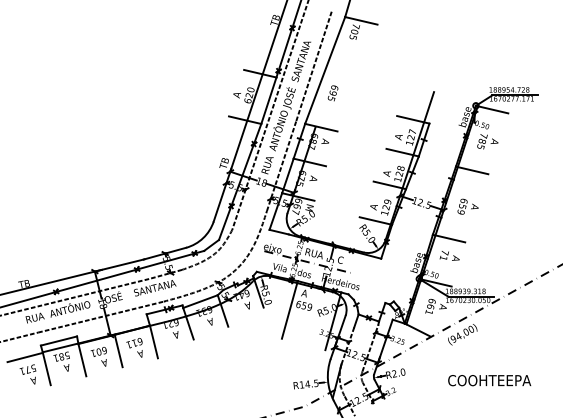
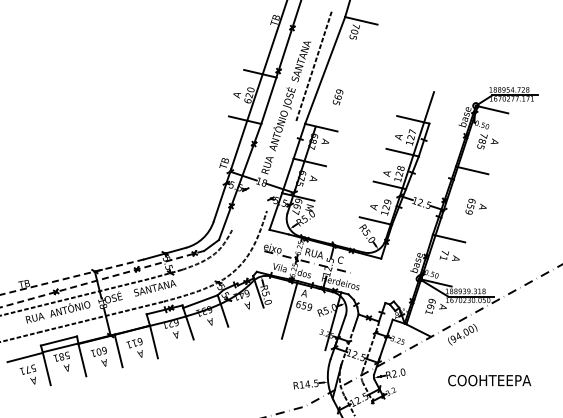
text at (332, 93) position: (332, 93) -> (337, 97)
line at (269, 116): present -> none
line at (281, 165): present -> none
text at (467, 206) position: (467, 206) -> (475, 206)
line at (71, 277): solid -> dashed
line at (102, 279): solid -> dashed
